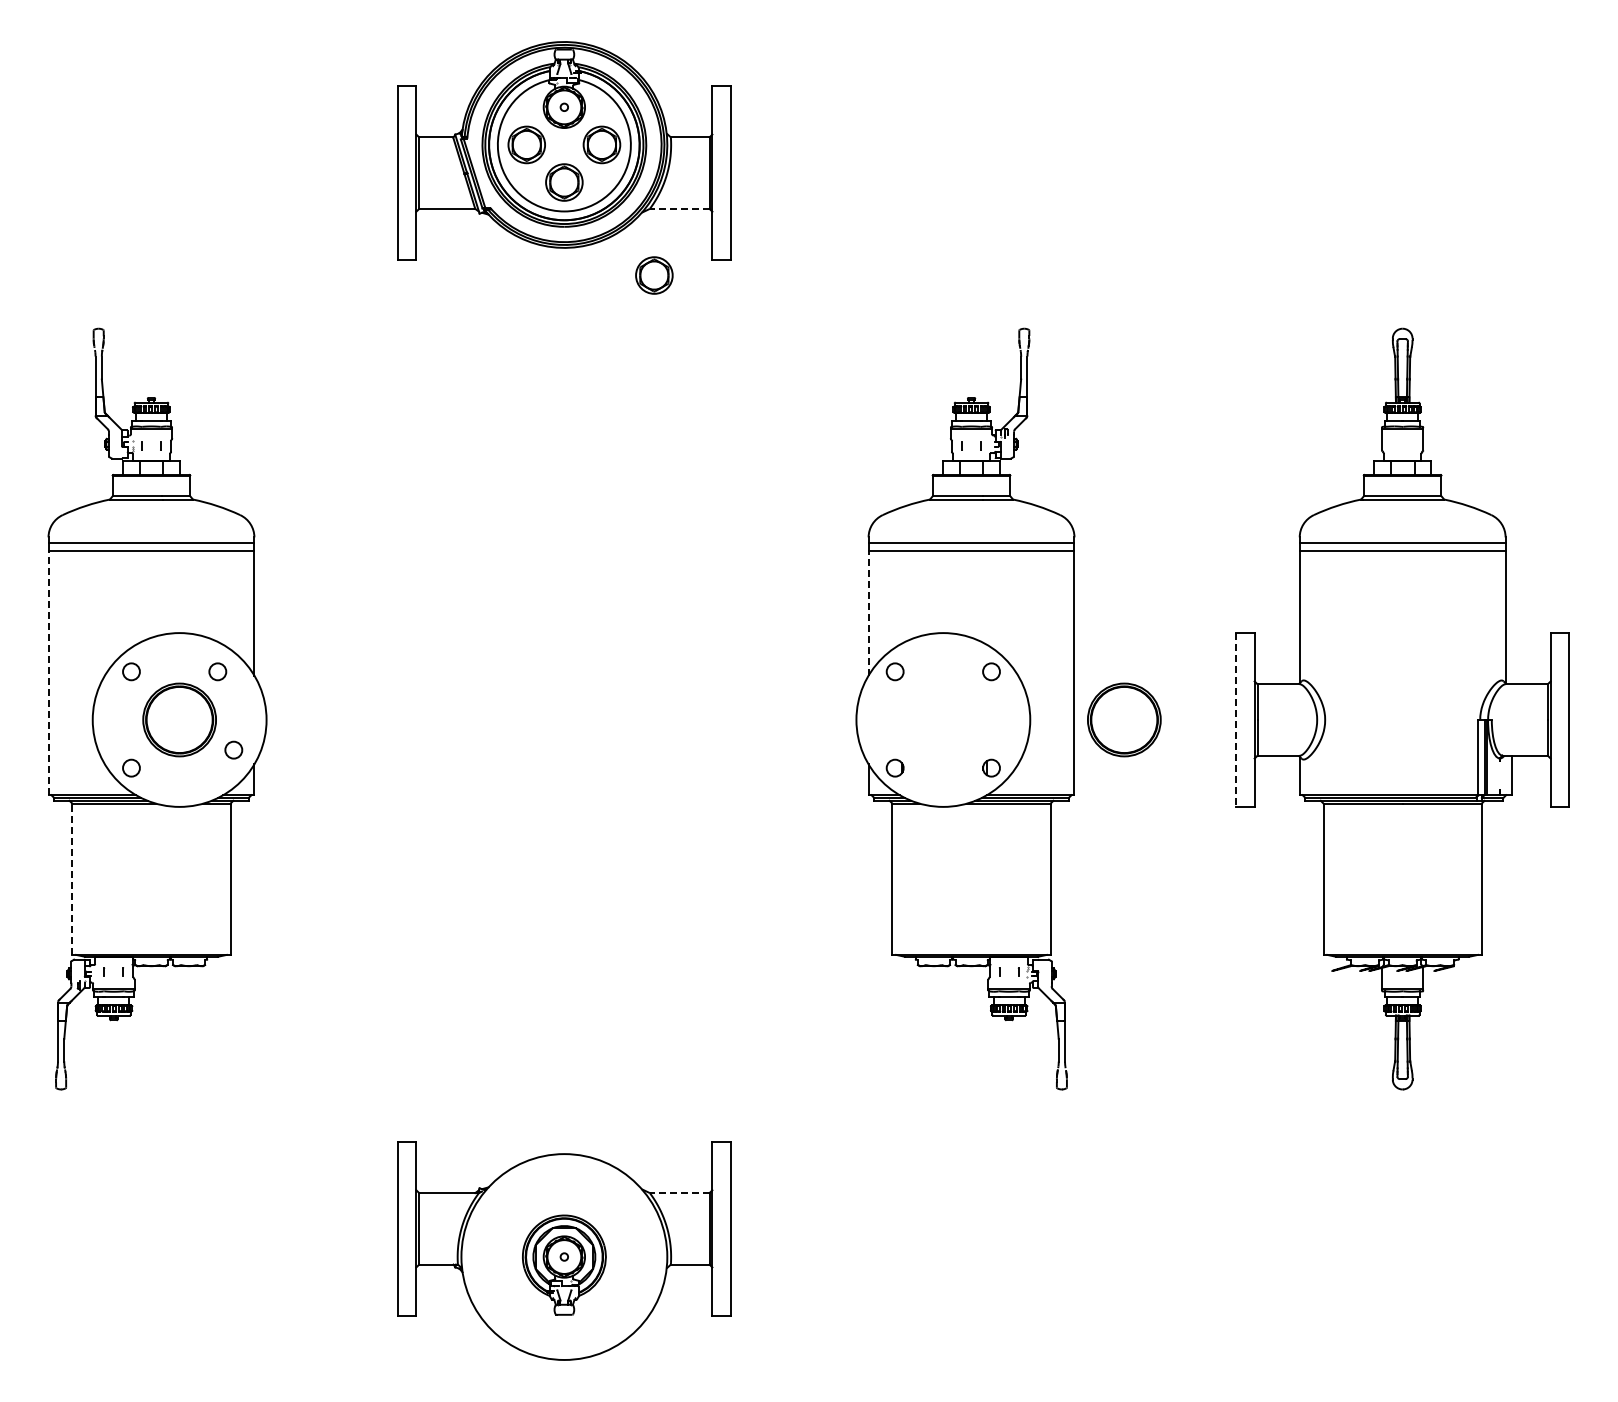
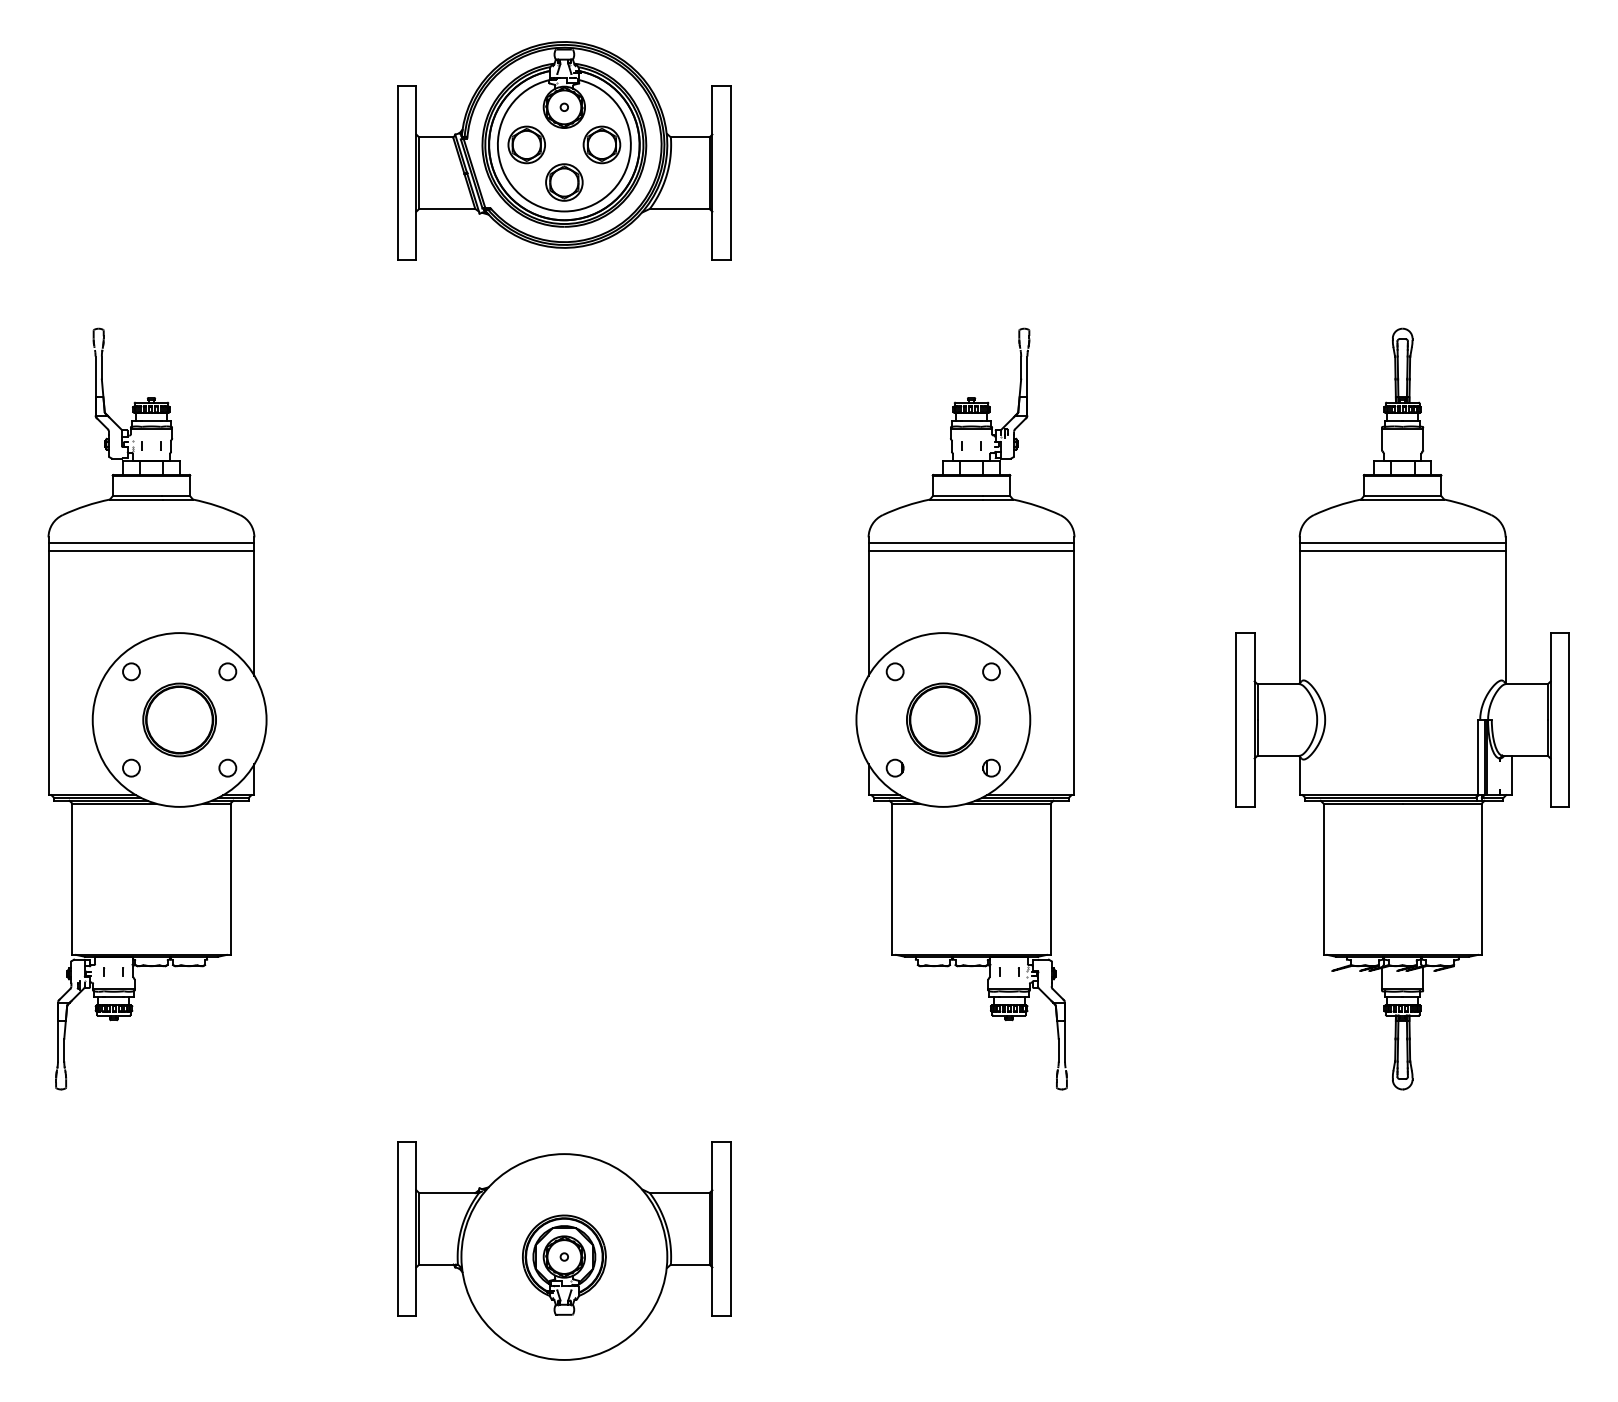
line at (679, 208): dashed -> solid
part at (654, 275): present -> none
line at (868, 612): dashed -> solid
circle at (217, 671) position: (217, 671) -> (227, 671)
line at (48, 672): dashed -> solid
part at (1124, 719) position: (1124, 719) -> (943, 719)
line at (1235, 720): dashed -> solid
circle at (233, 749) position: (233, 749) -> (227, 767)
line at (72, 879): dashed -> solid
line at (679, 1193): dashed -> solid
